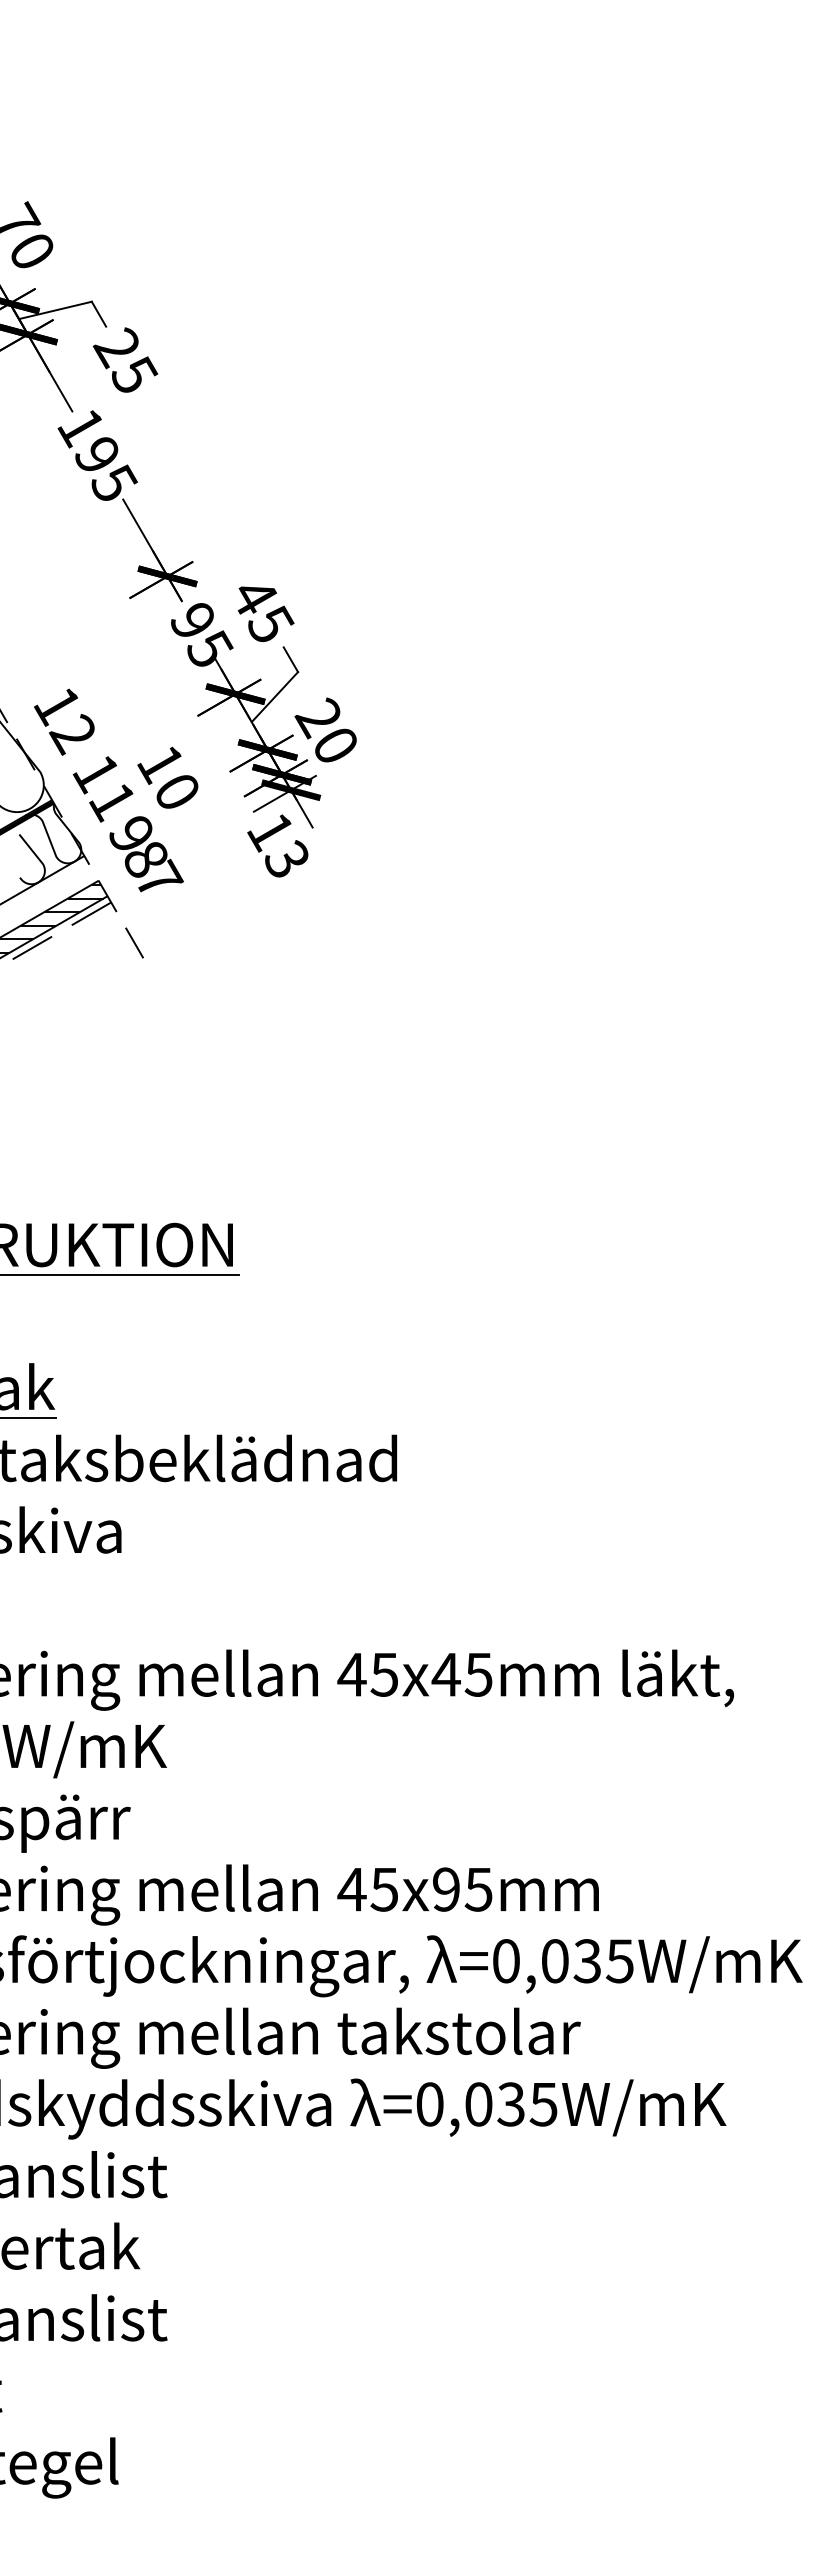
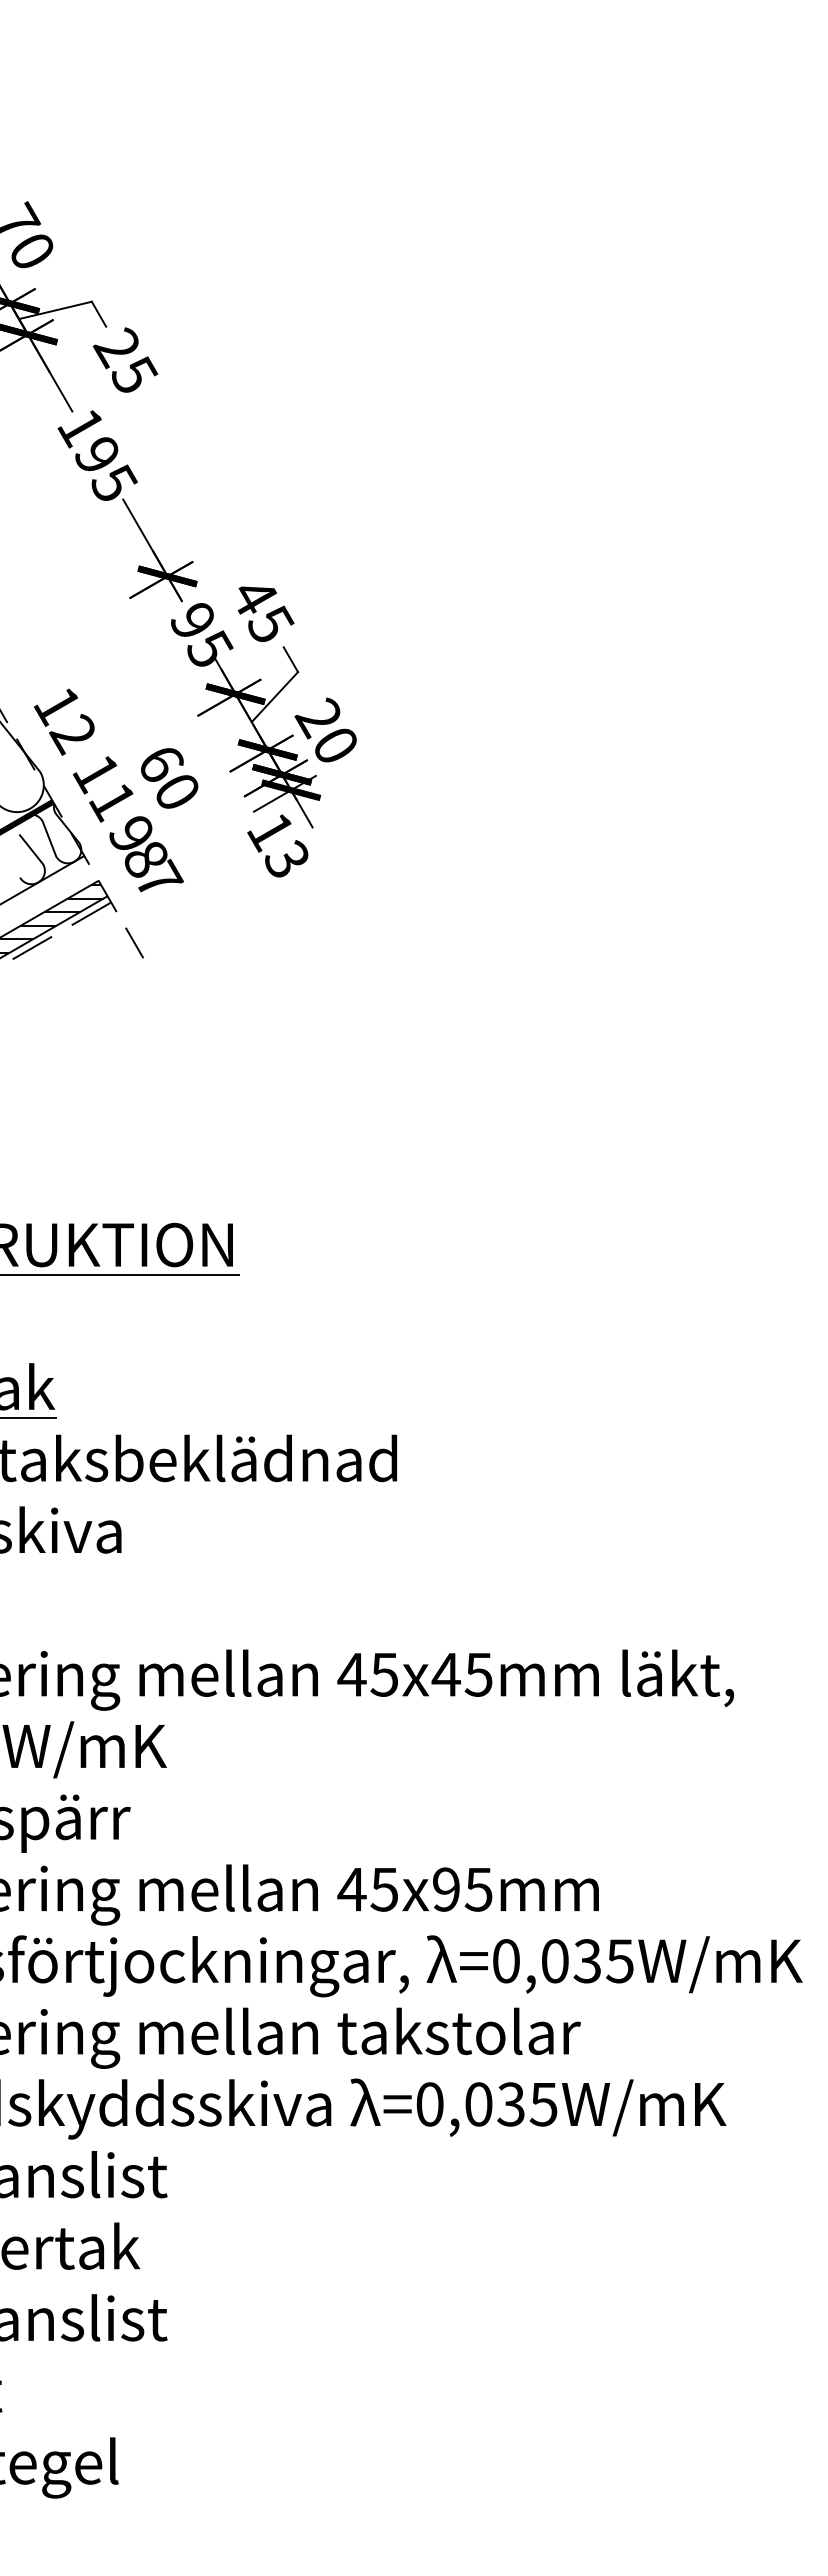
text at (160, 765): 10 -> 60
